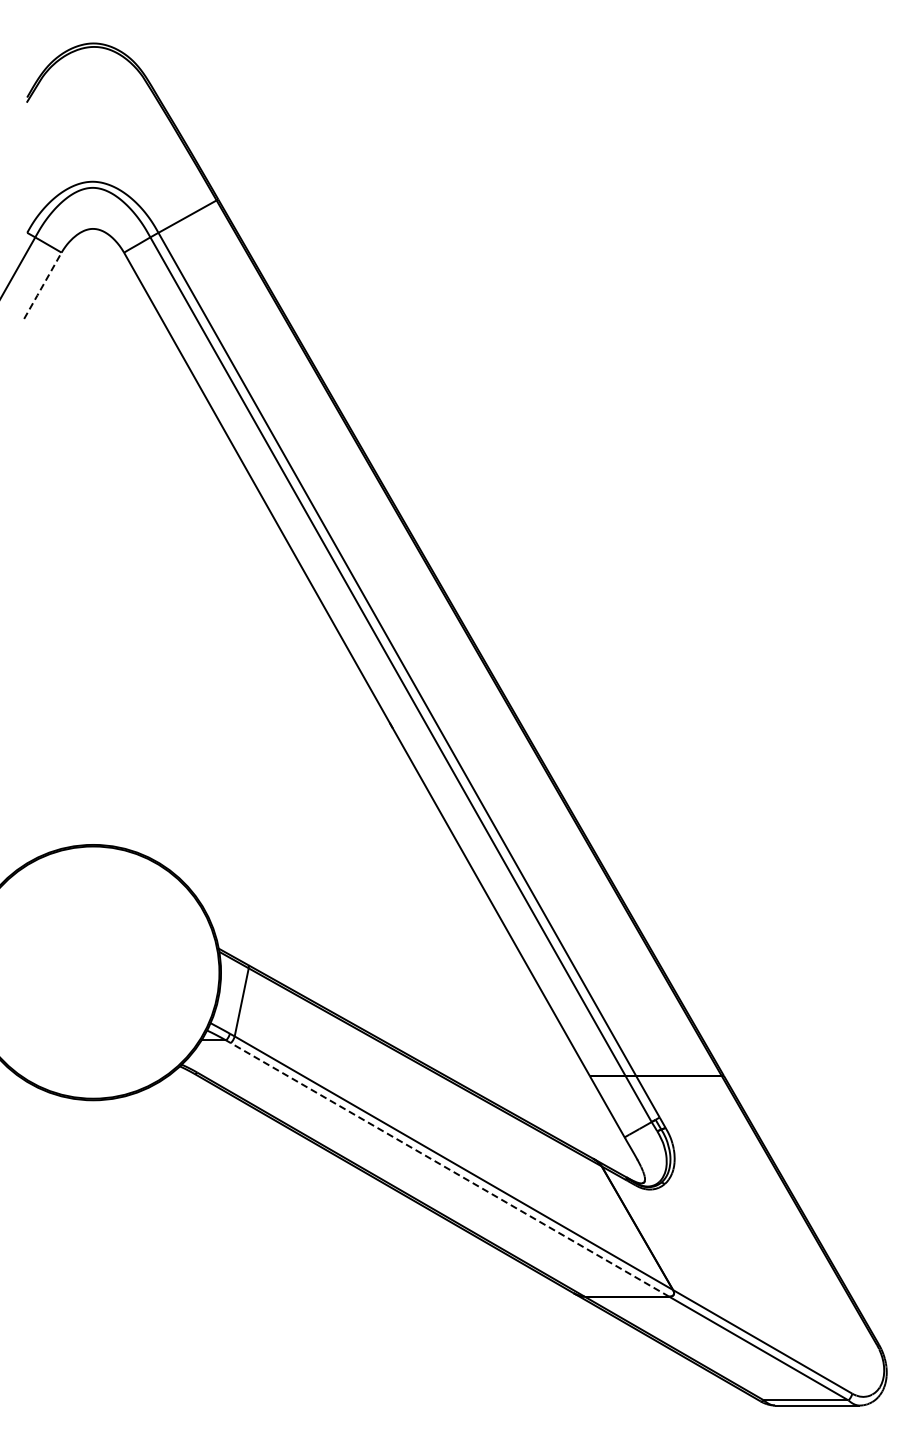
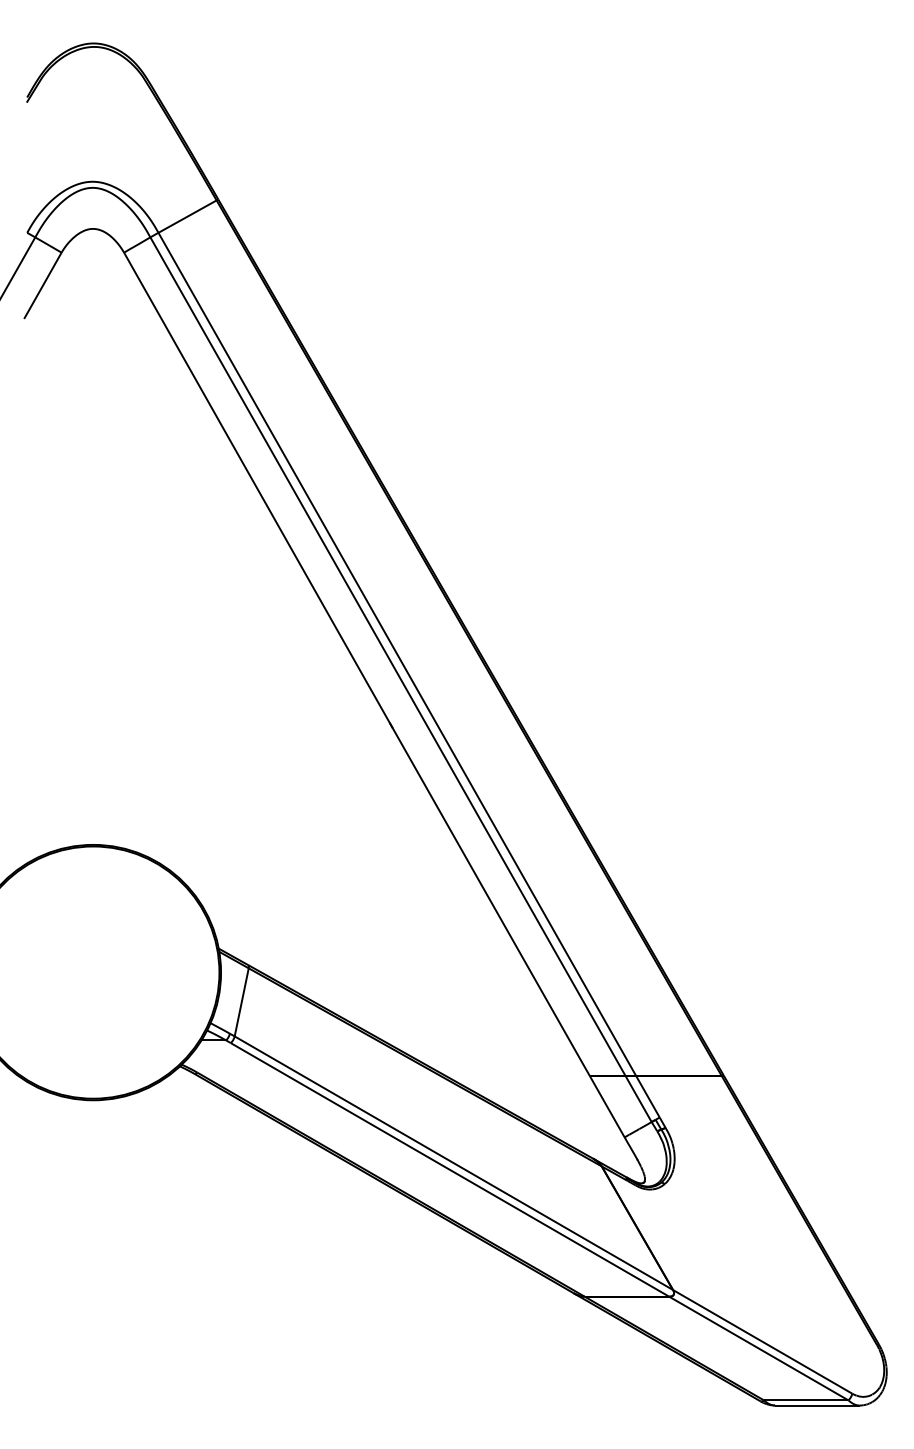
line at (43, 285): dashed -> solid
line at (449, 1169): dashed -> solid
